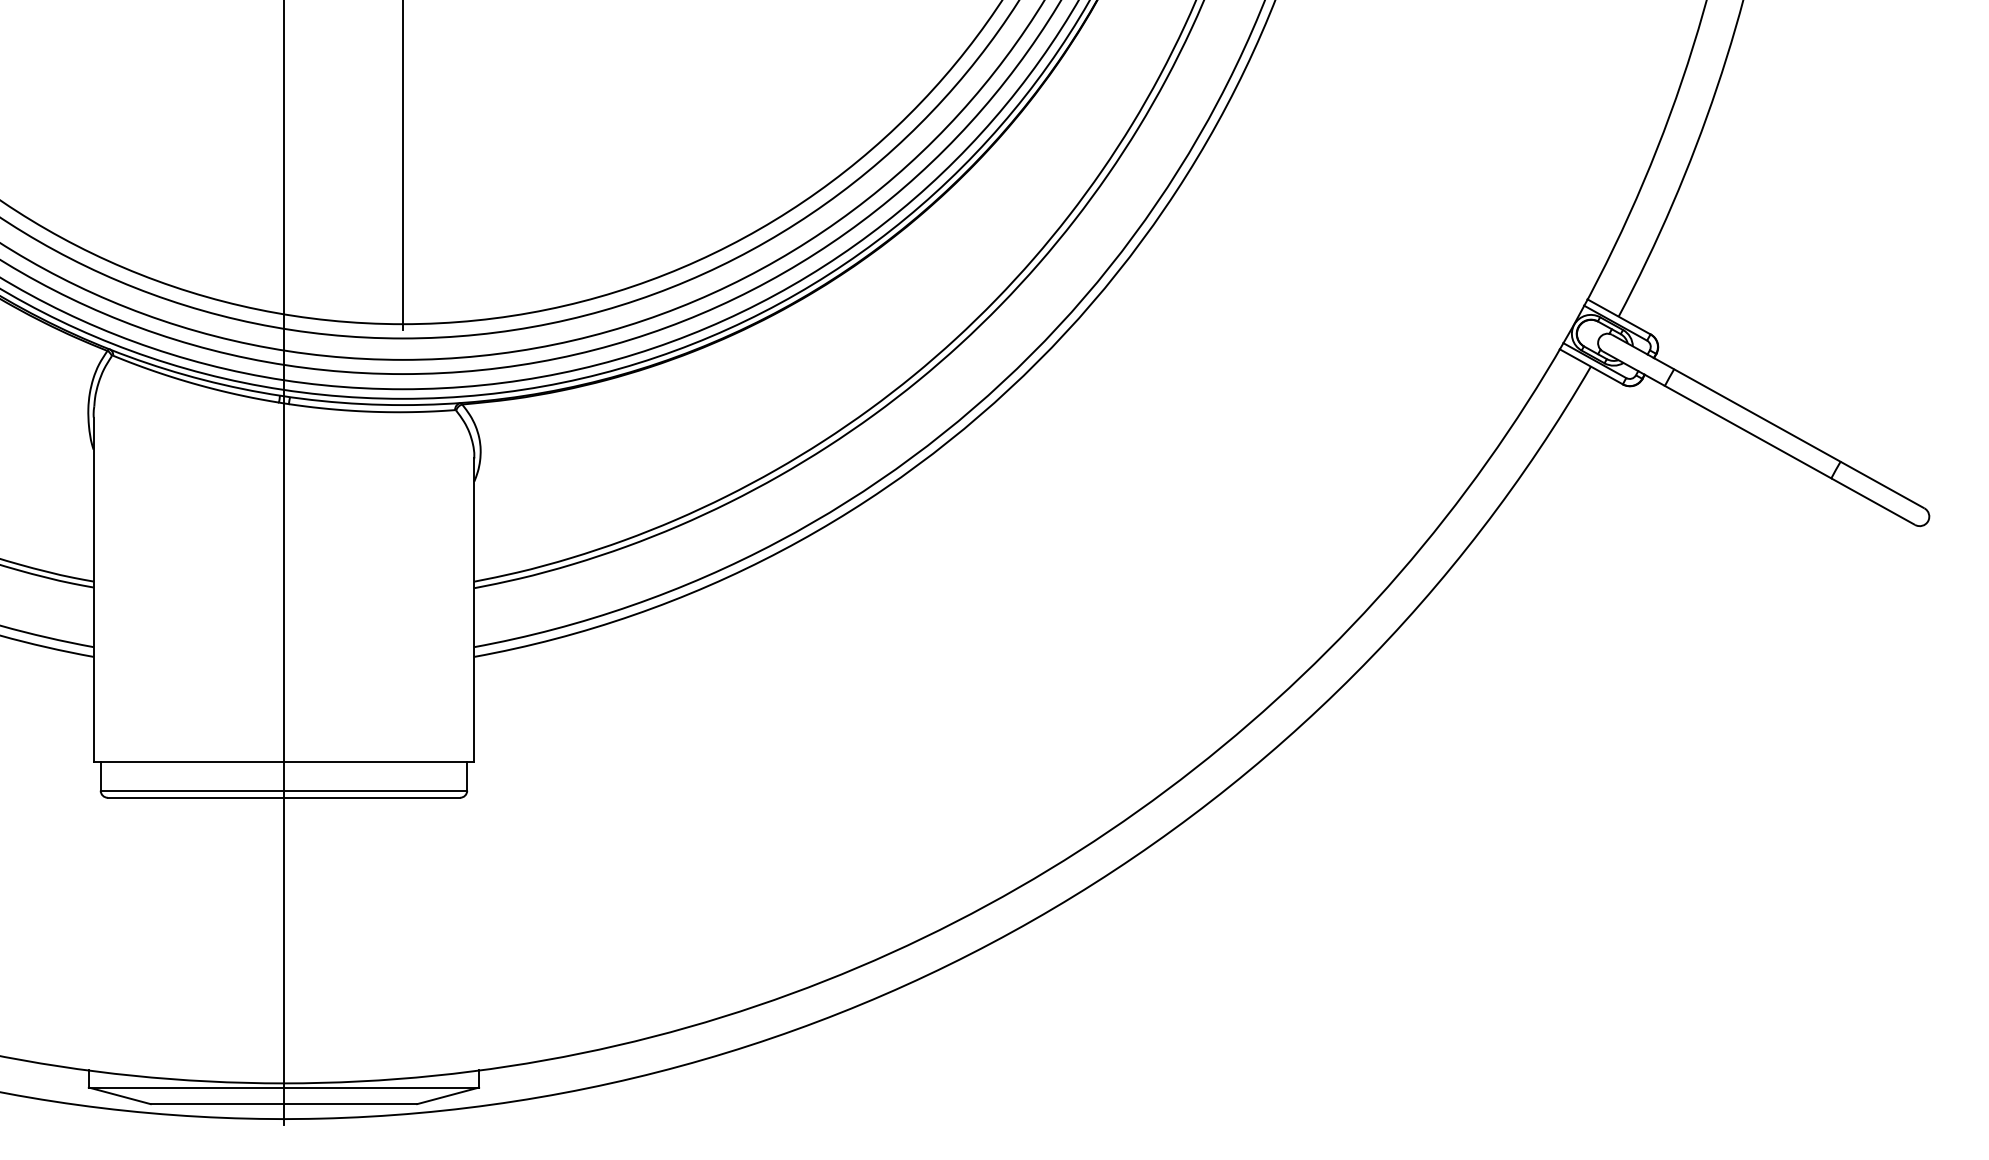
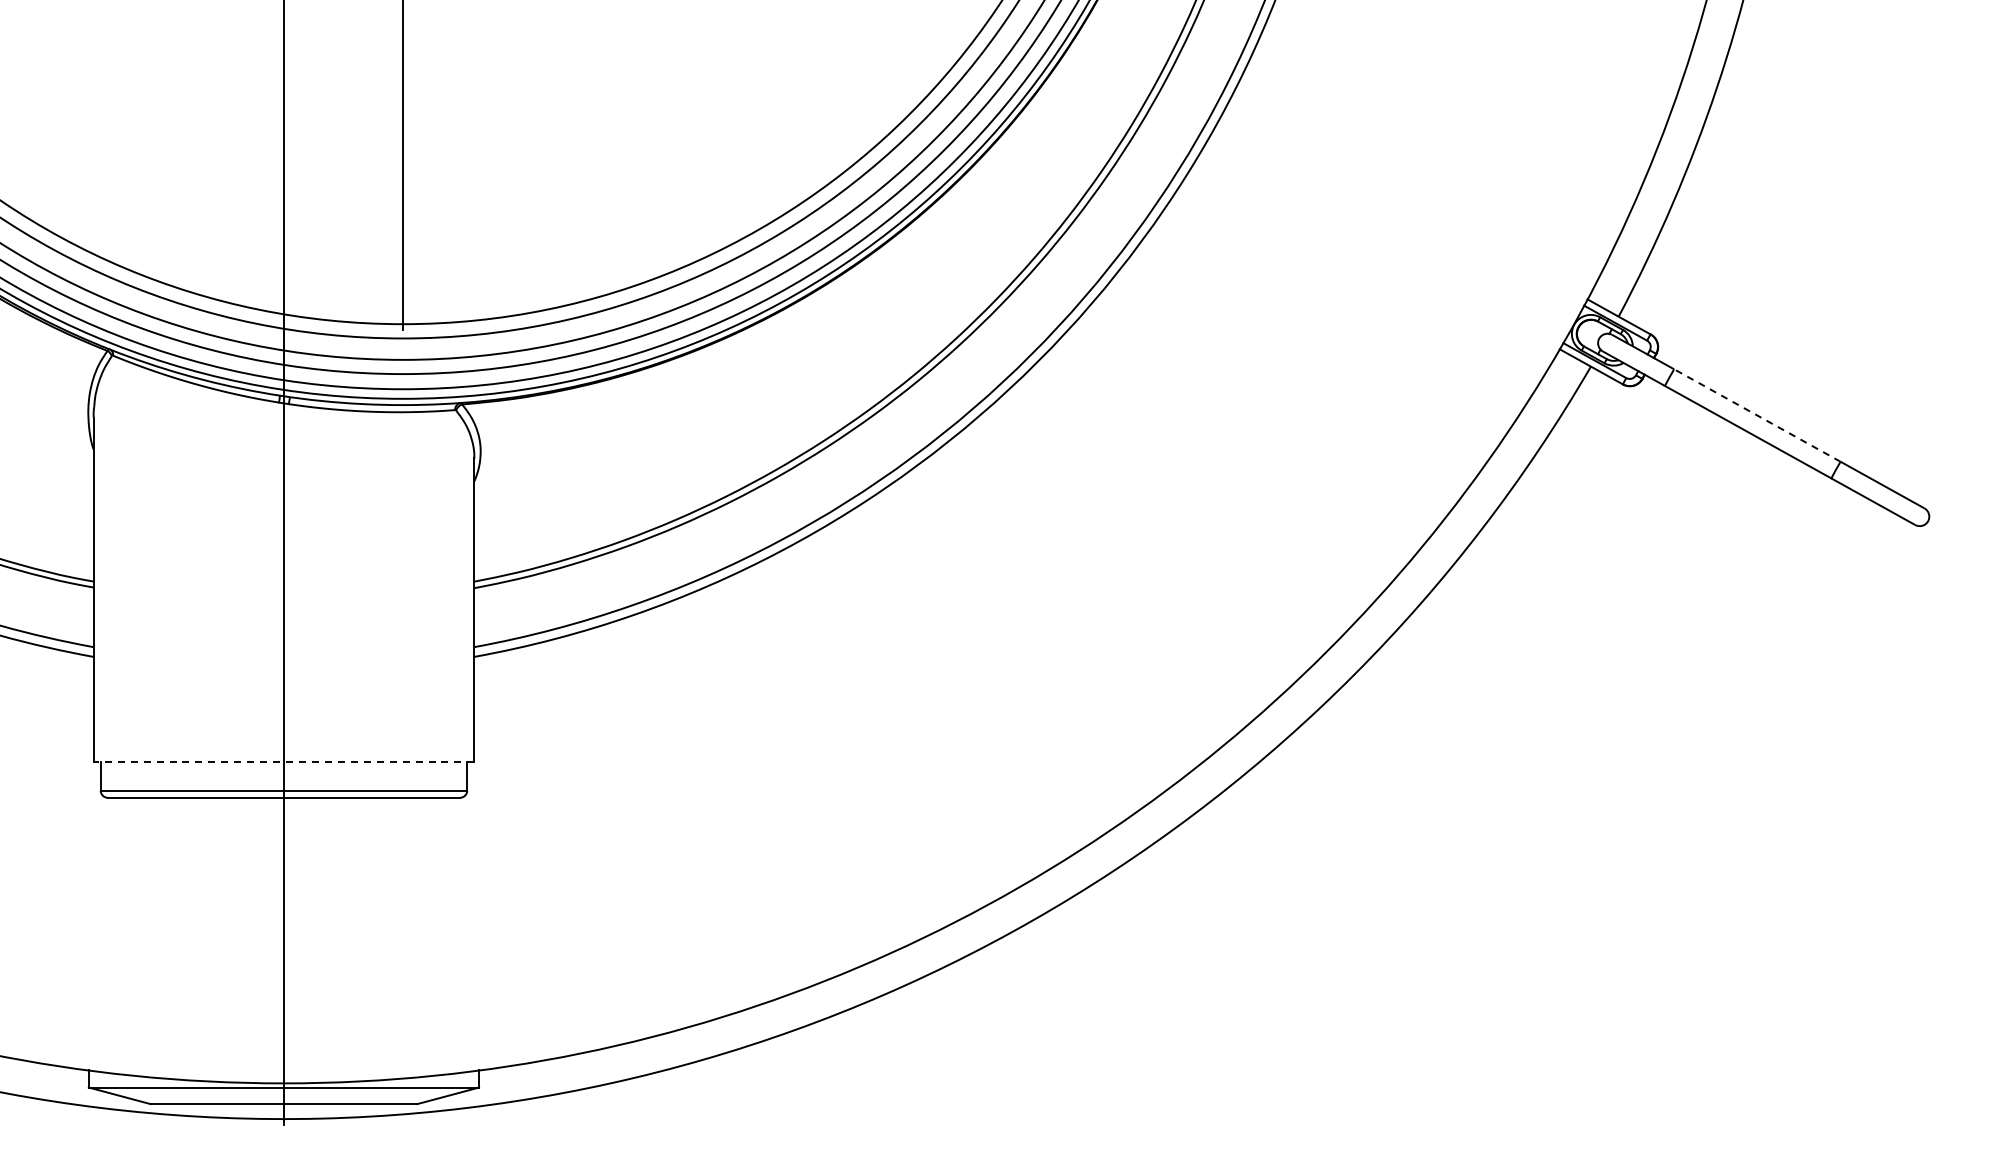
line at (1756, 415): solid -> dashed
line at (283, 762): solid -> dashed
